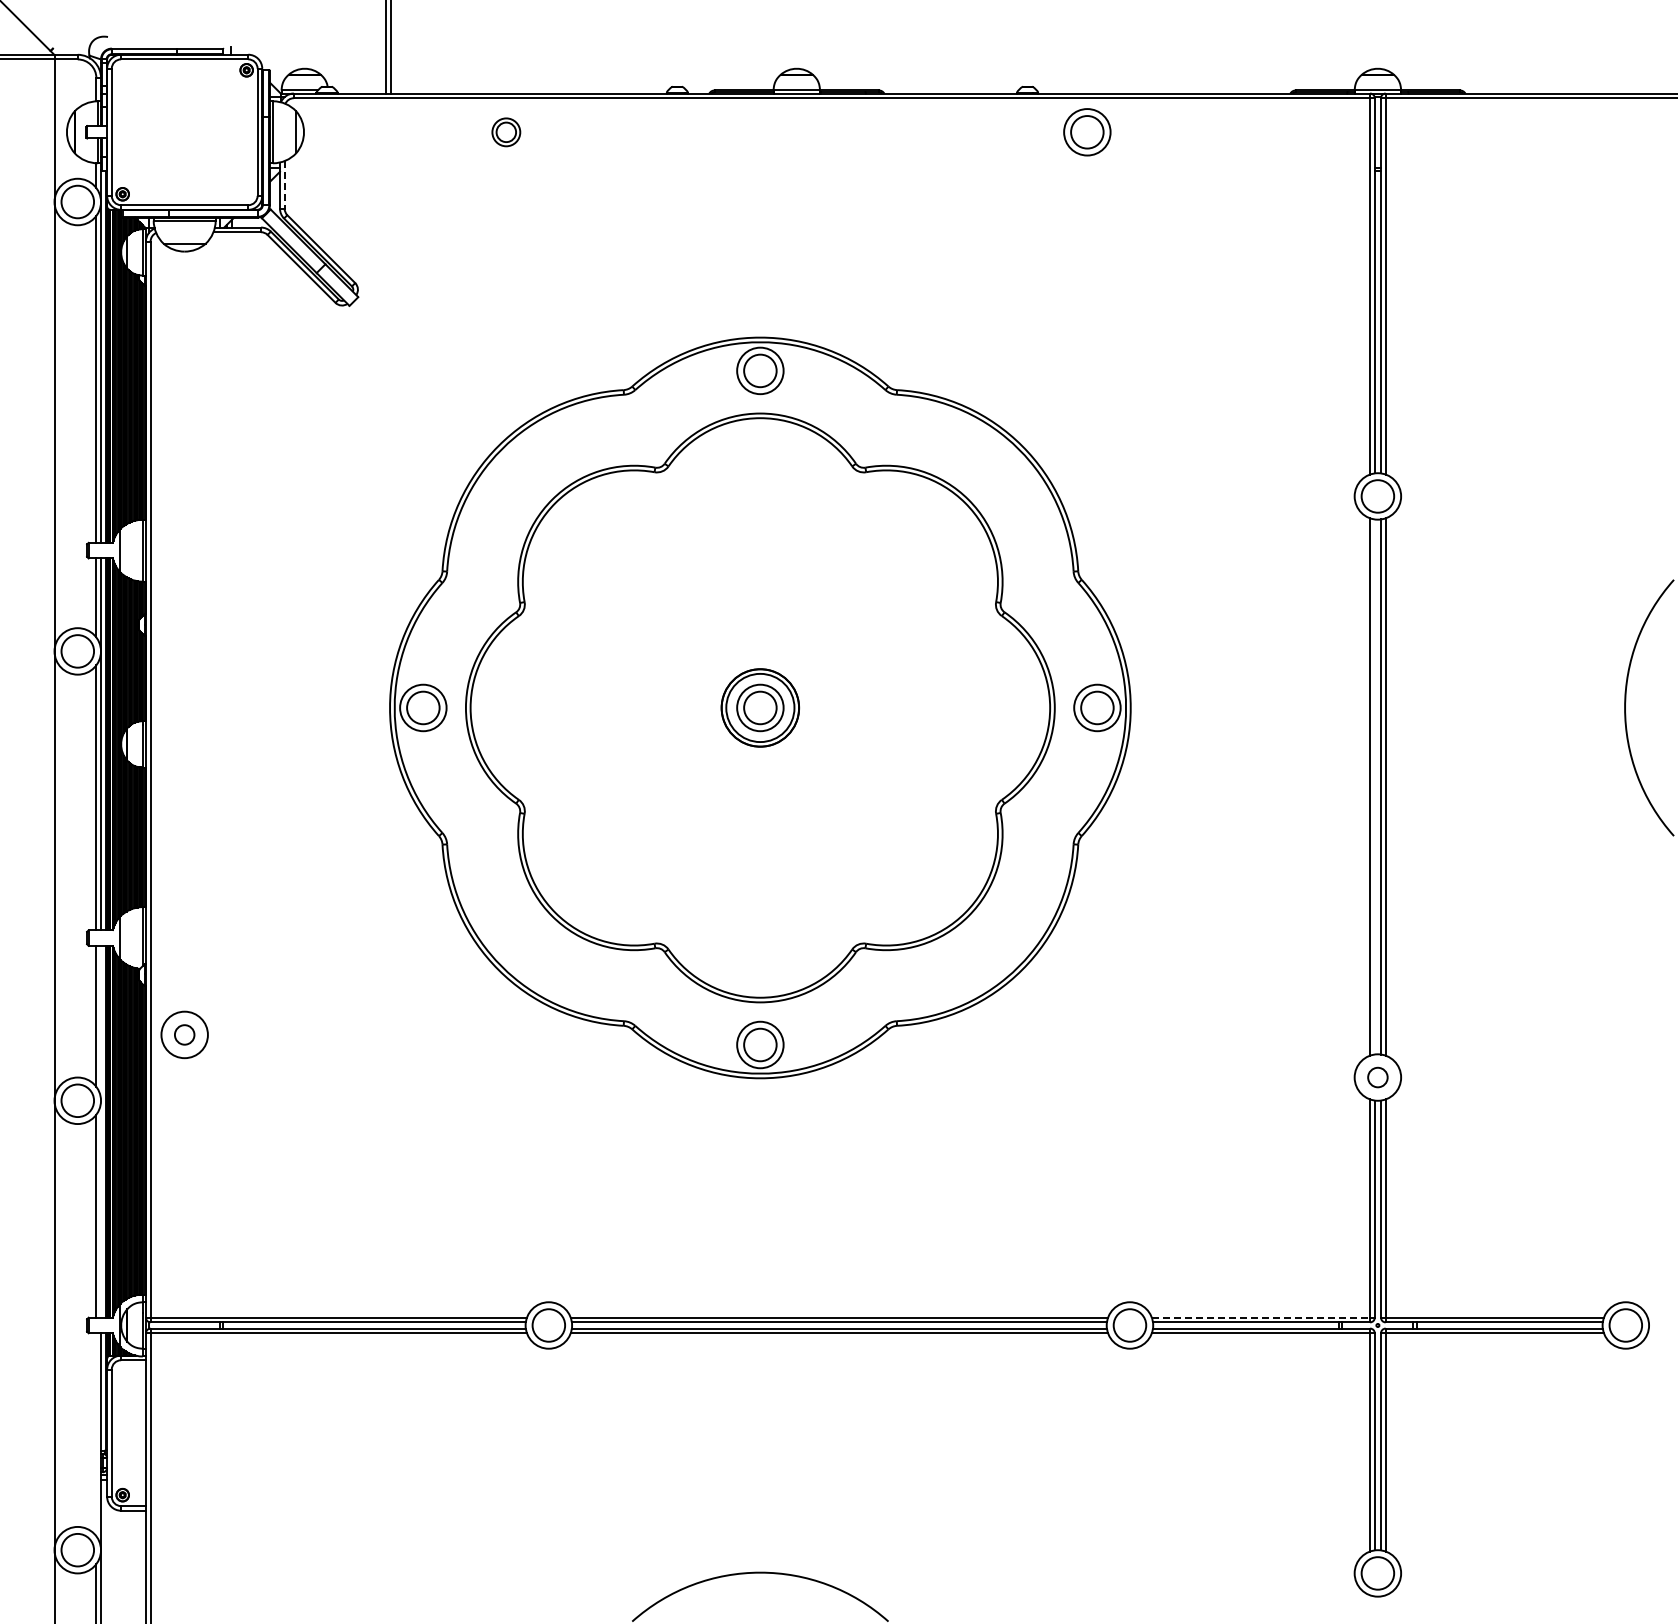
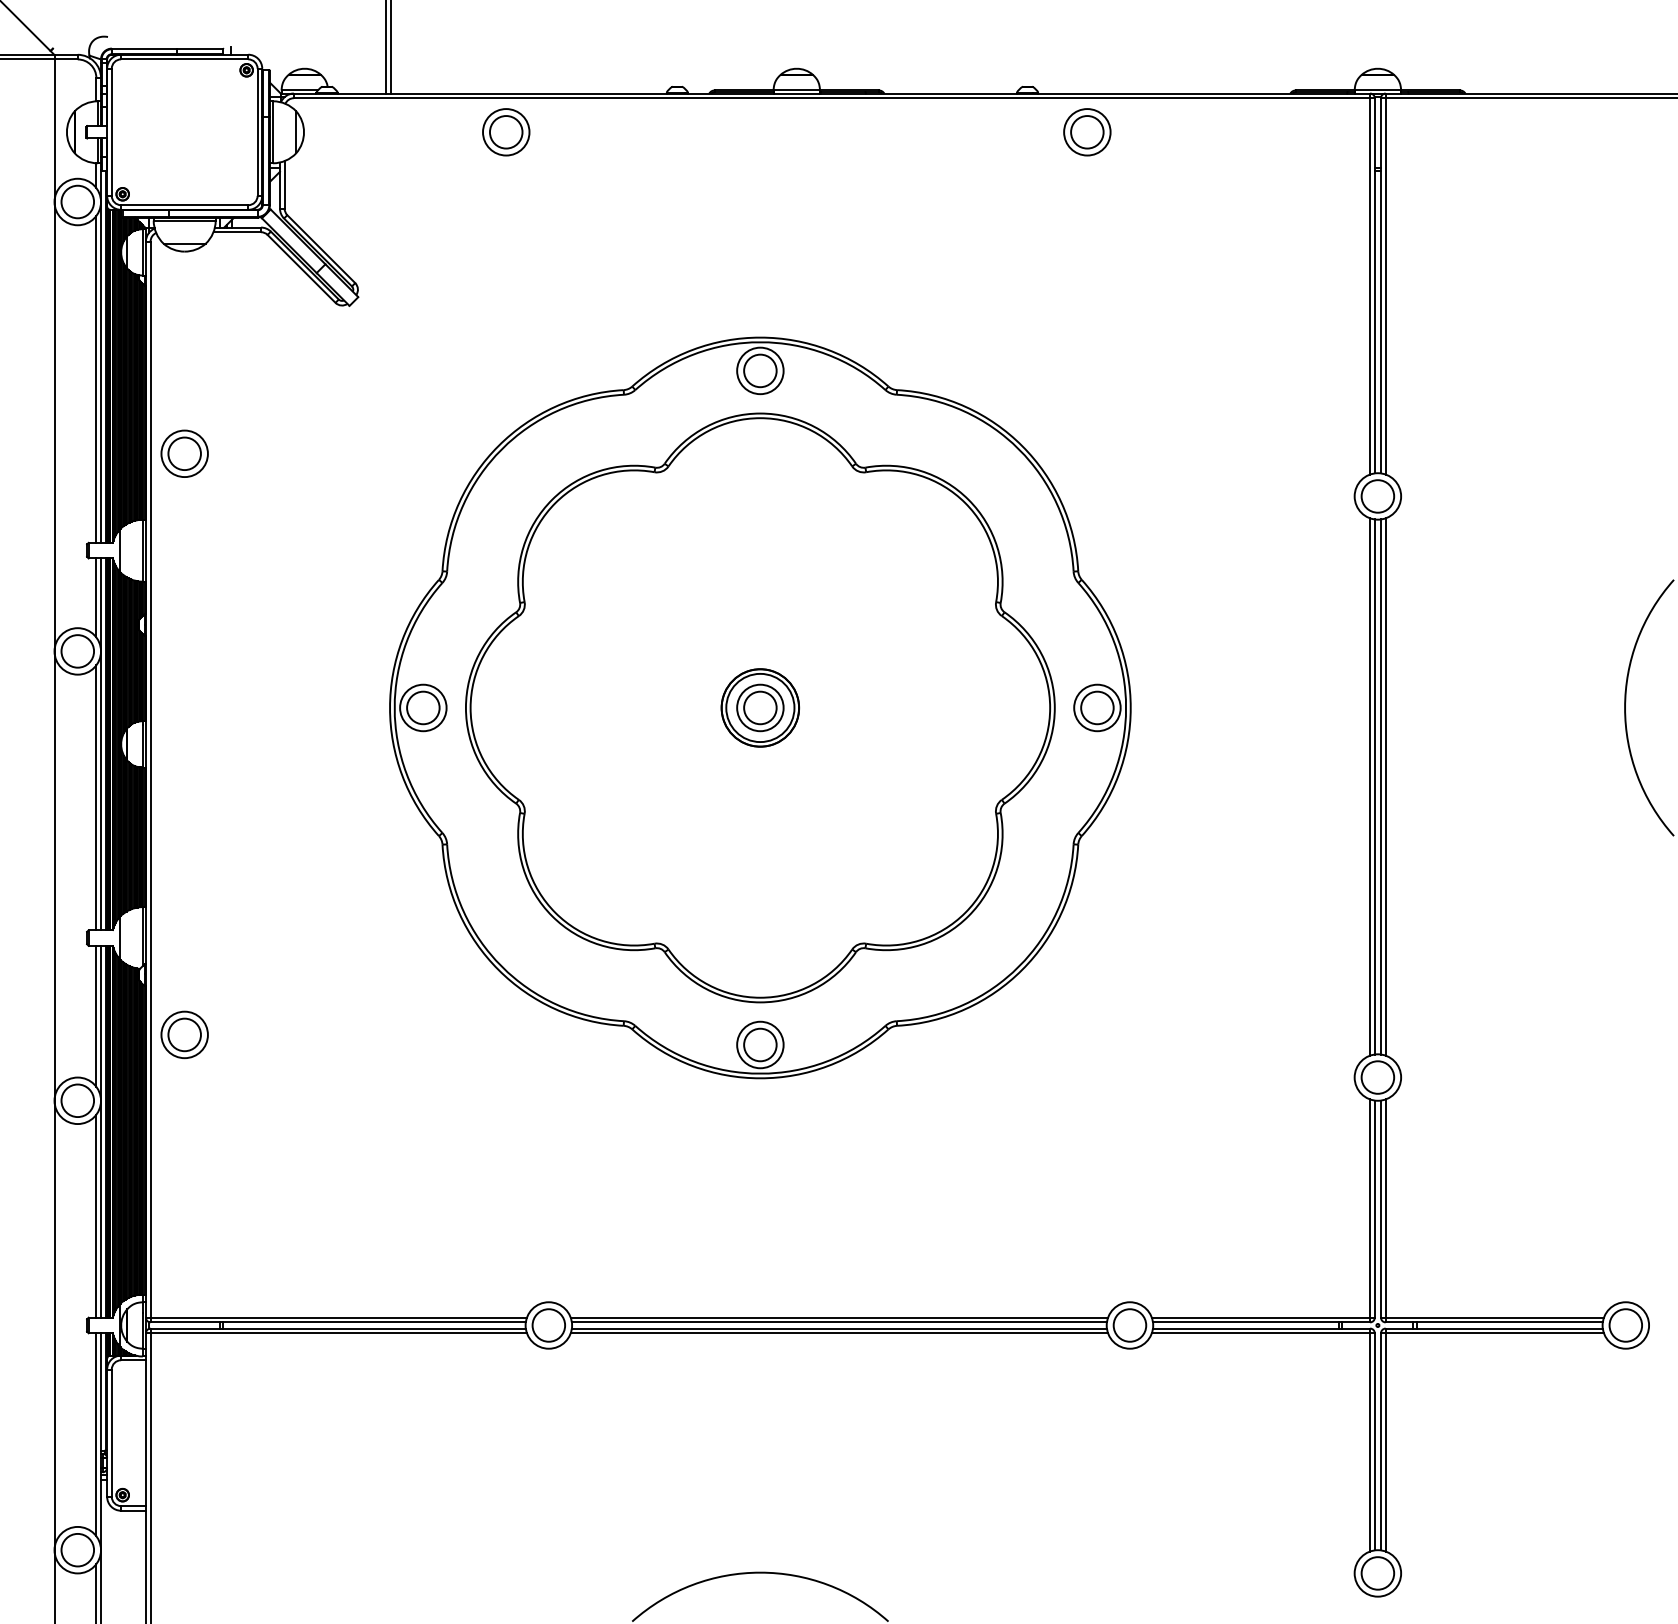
part at (506, 132) size: 31x31 px -> 49x49 px
line at (284, 184): dashed -> solid
part at (184, 453): none -> present
line at (1374, 786): none -> present
circle at (184, 1034) diameter: 20 px -> 33 px
circle at (1377, 1077) diameter: 20 px -> 33 px
line at (101, 1131): none -> present
line at (1261, 1317): dashed -> solid
line at (96, 1434): none -> present
